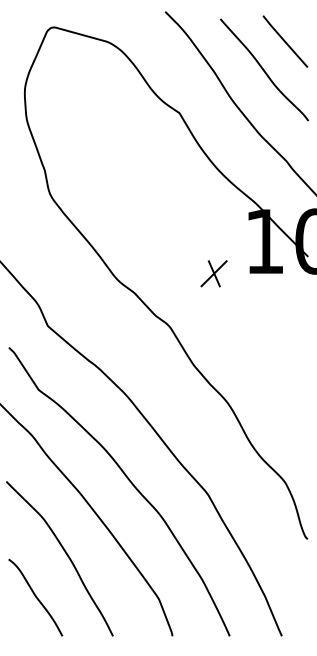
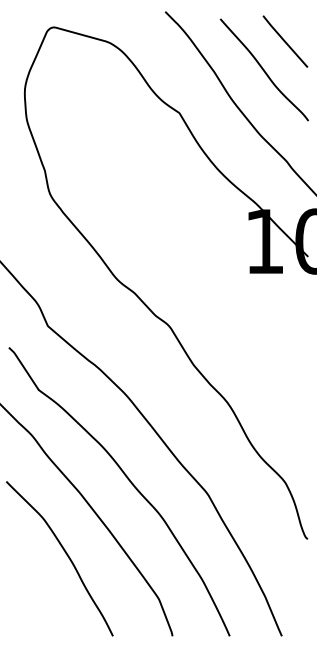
part at (213, 273): present -> none
curve at (35, 597): present -> none
